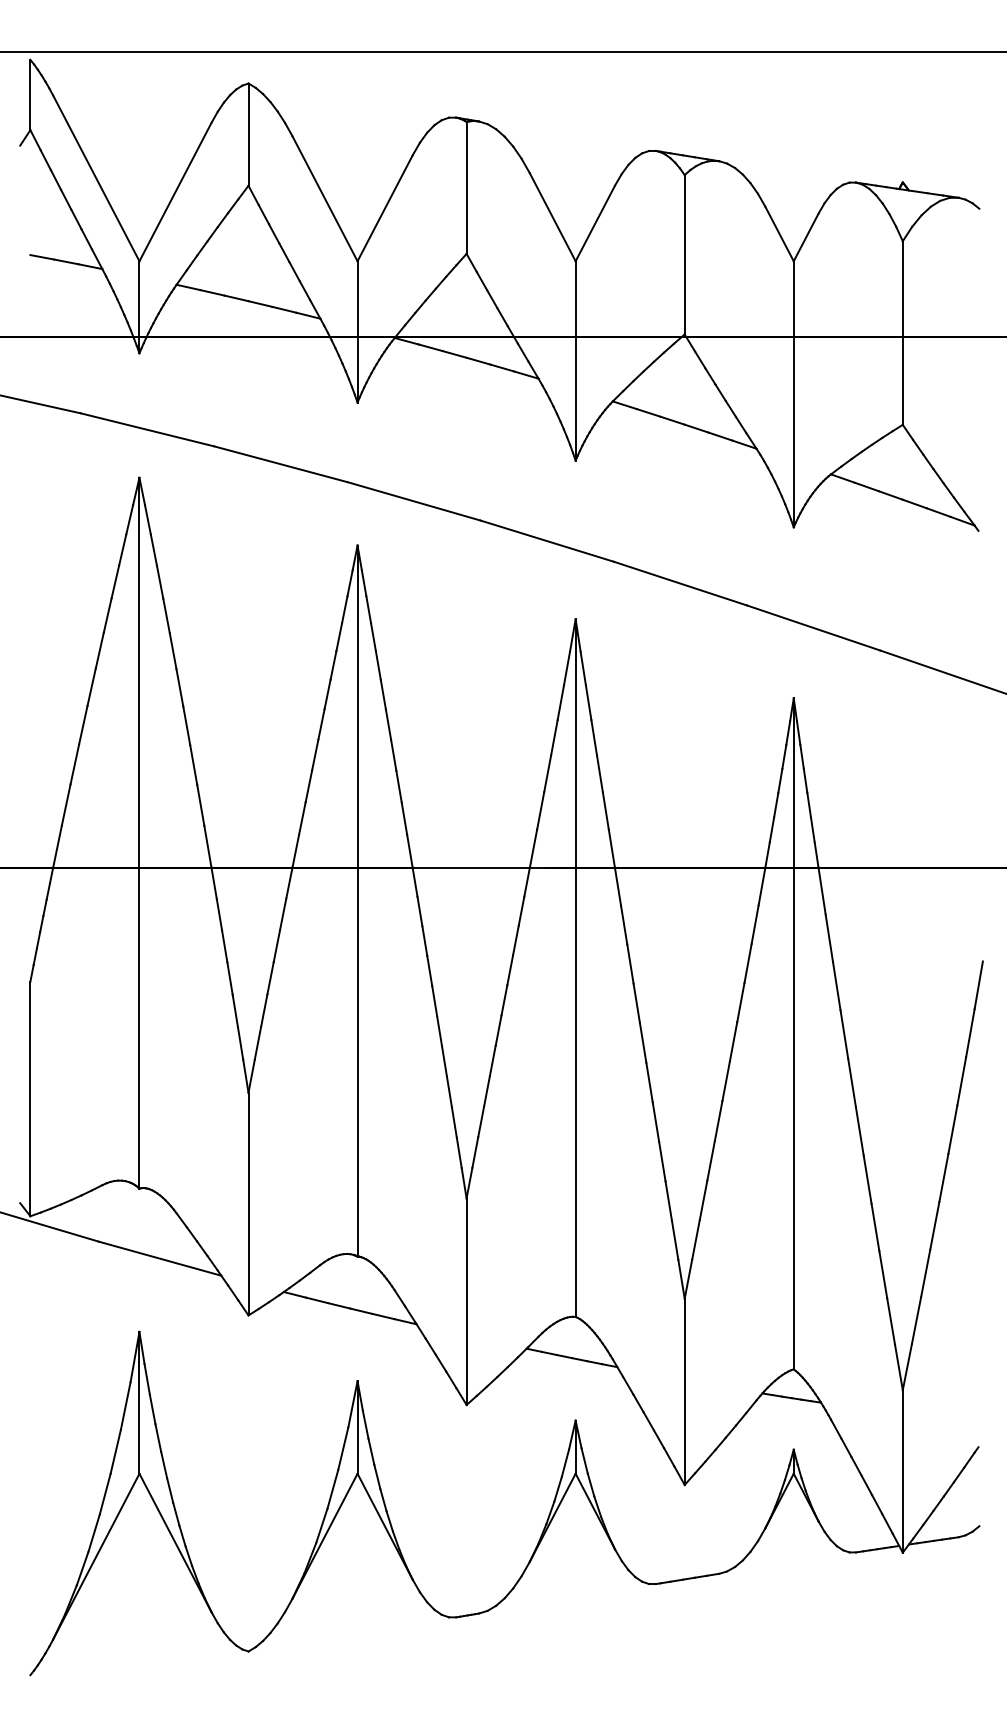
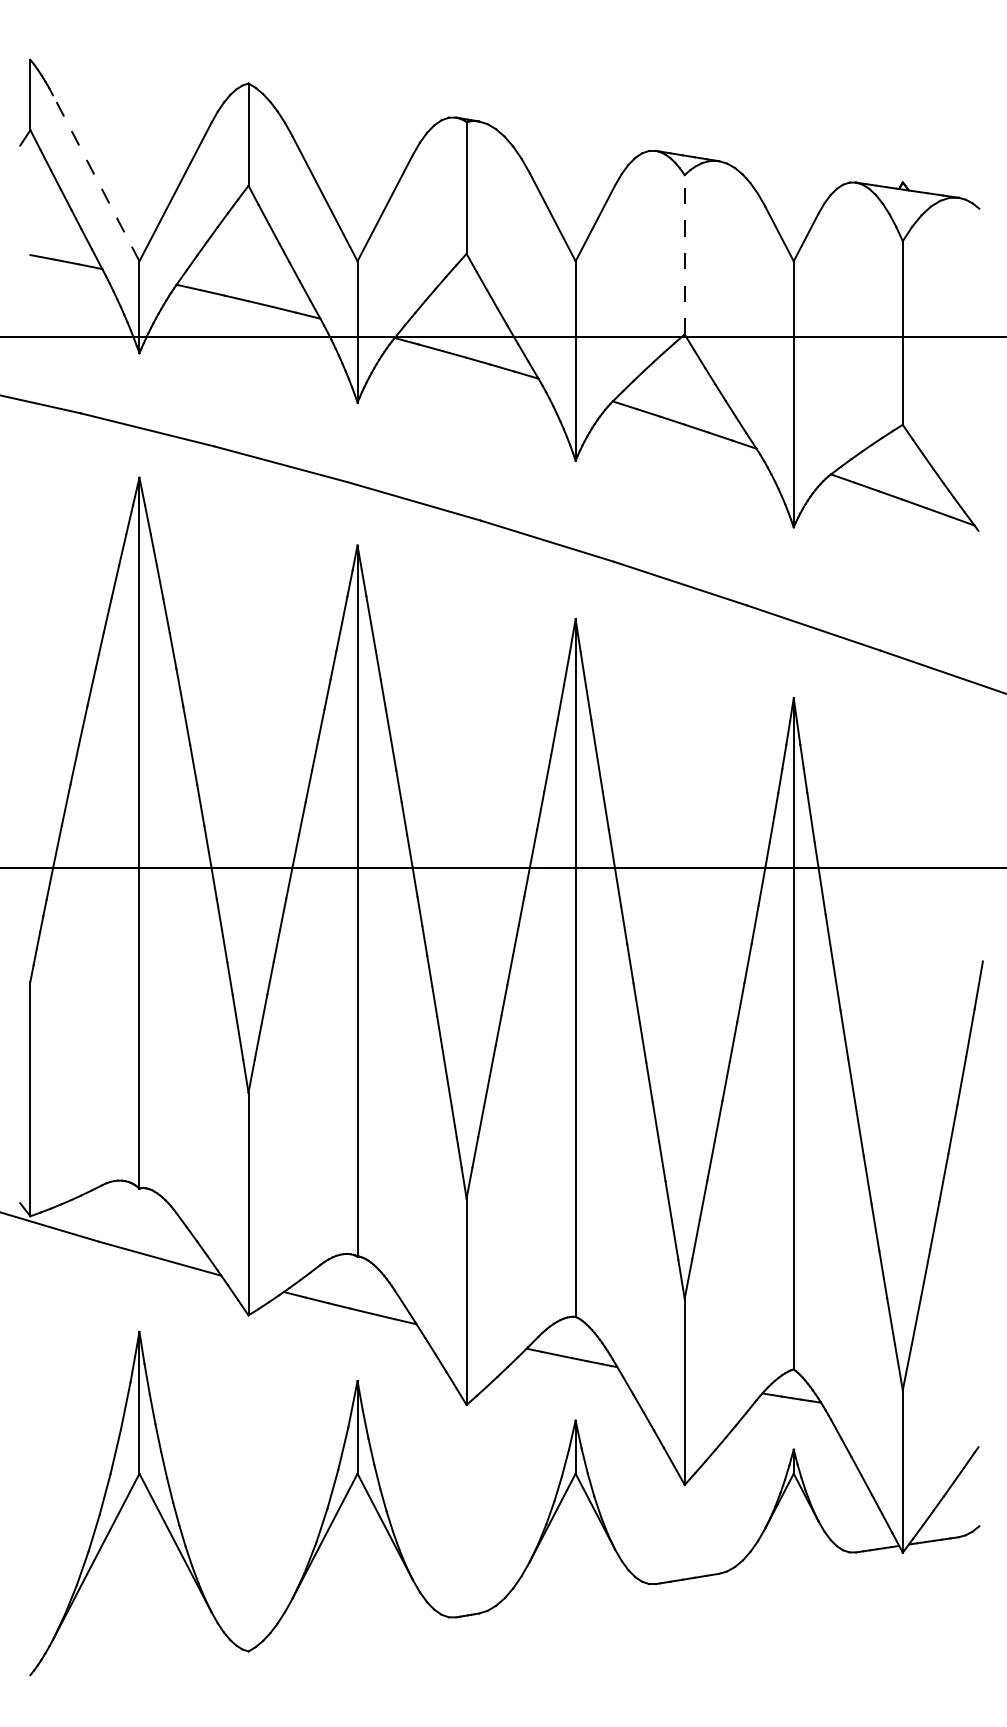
line at (502, 51): present -> none
line at (96, 178): solid -> dashed
line at (684, 254): solid -> dashed
